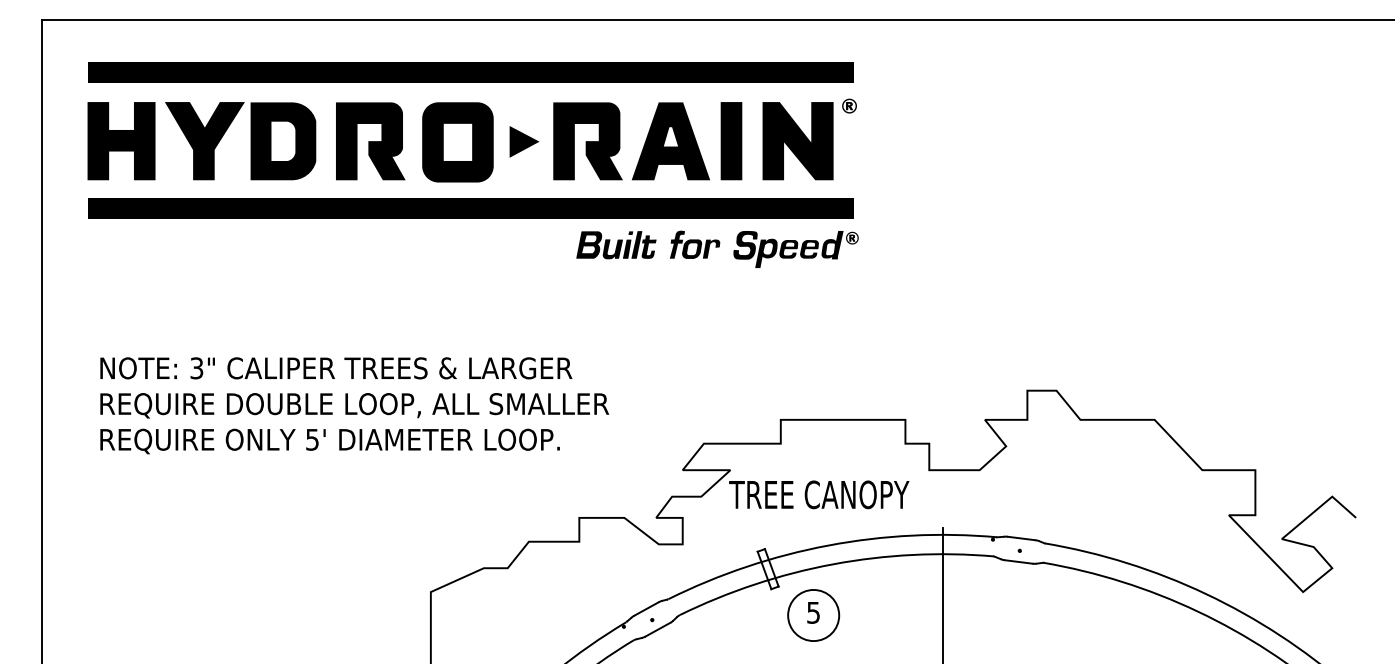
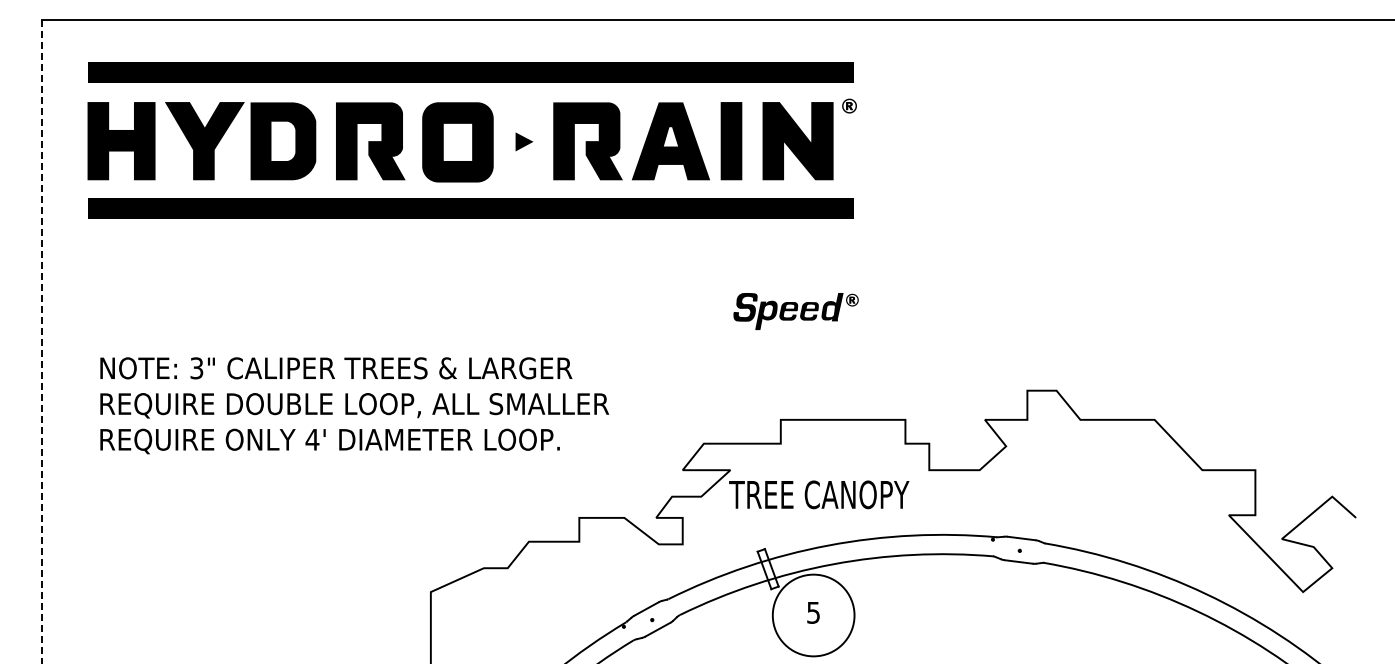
part at (524, 141) size: 31x32 px -> 19x20 px
part at (648, 244): present -> none
part at (795, 249) position: (795, 249) -> (795, 311)
line at (41, 341): solid -> dashed
text at (312, 439): 5' -> 4'
line at (942, 593): present -> none
circle at (813, 615) diameter: 51 px -> 82 px
